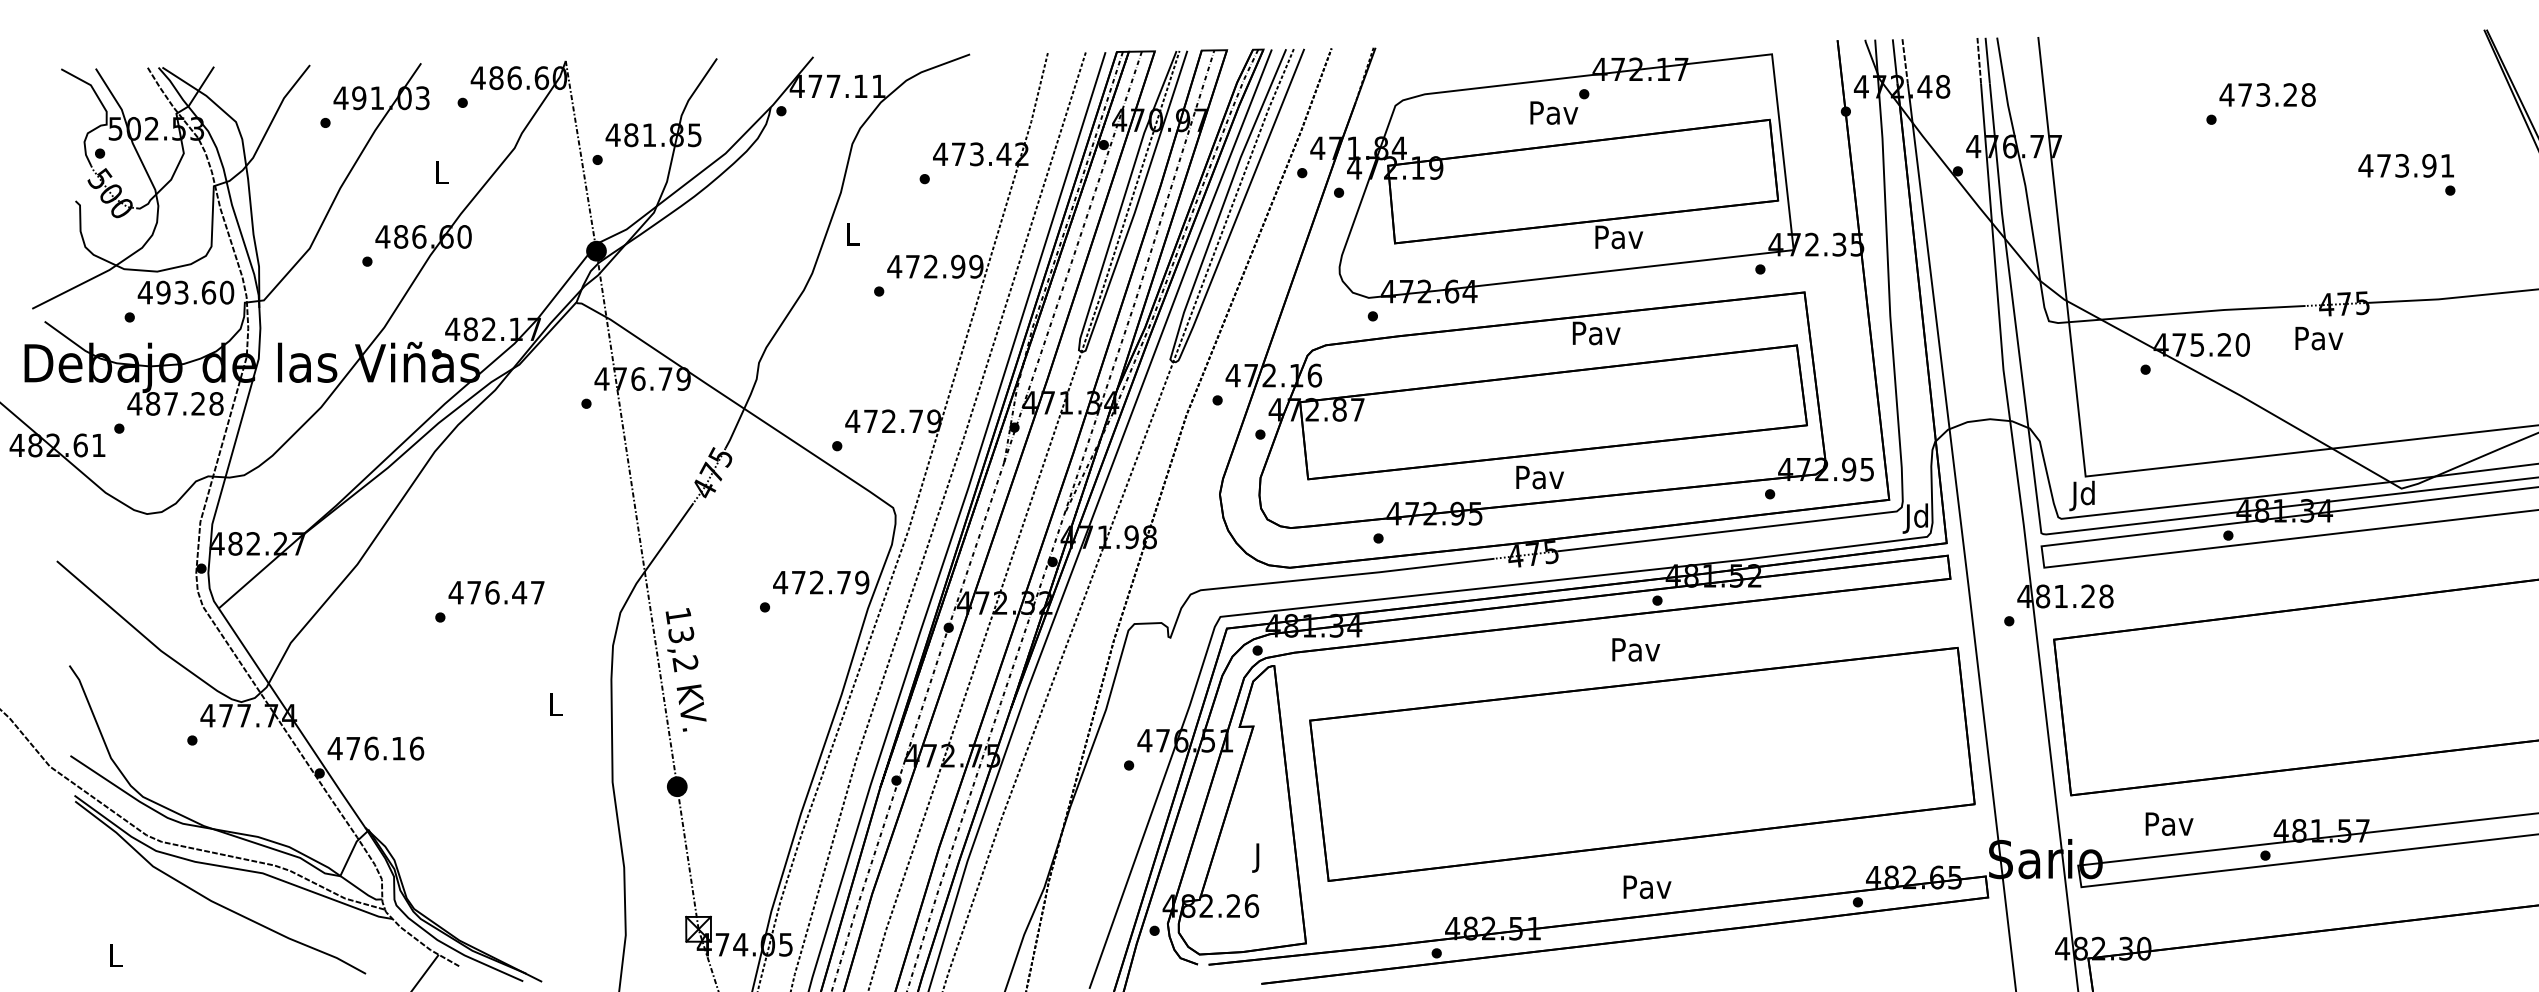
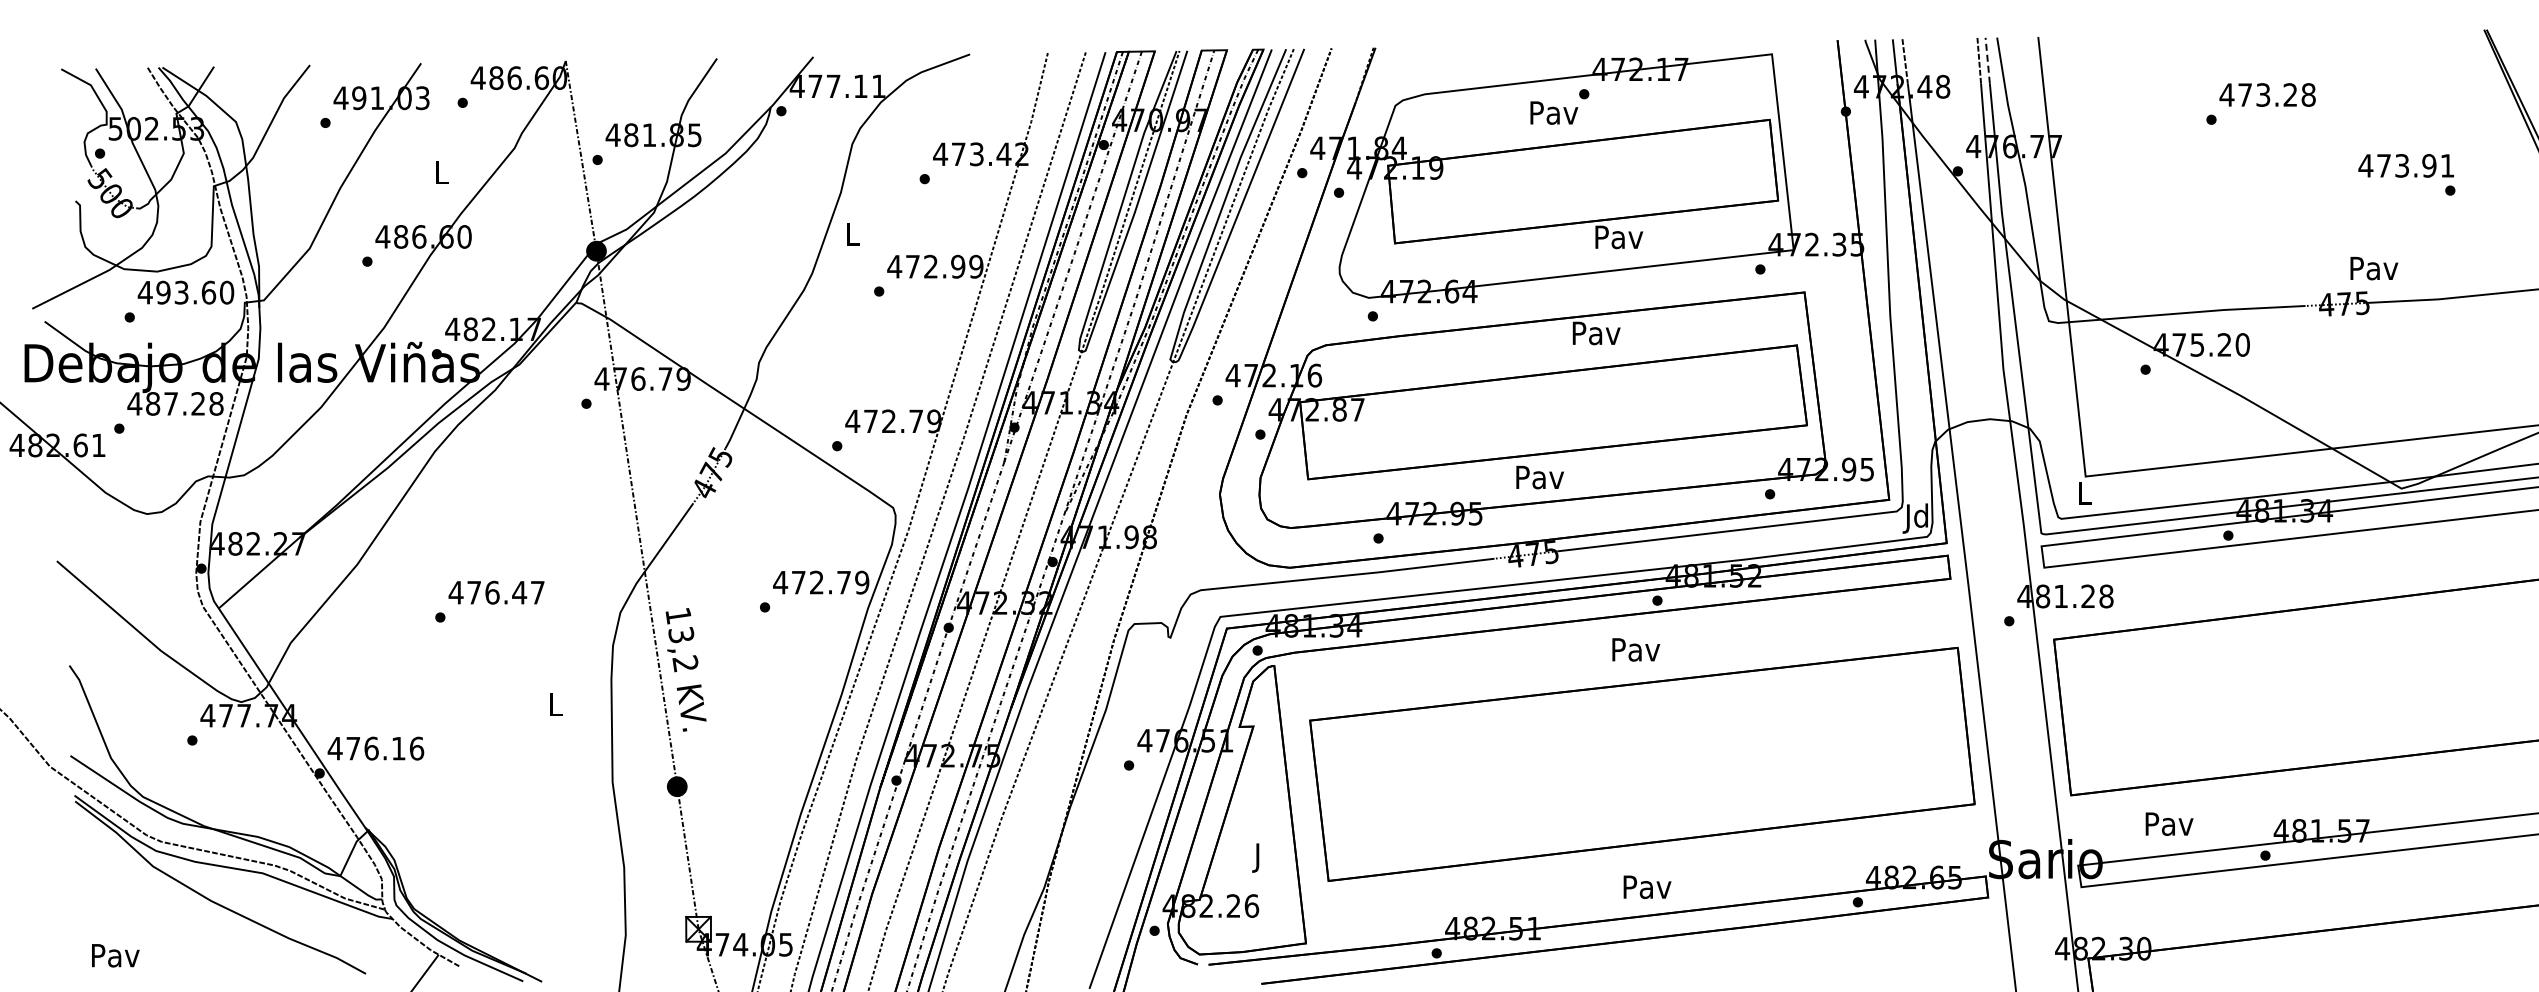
line at (1987, 60): solid -> dashed
text at (2319, 338) position: (2319, 338) -> (2374, 268)
text at (2081, 495): Jd -> L
text at (115, 955): L -> Pav
